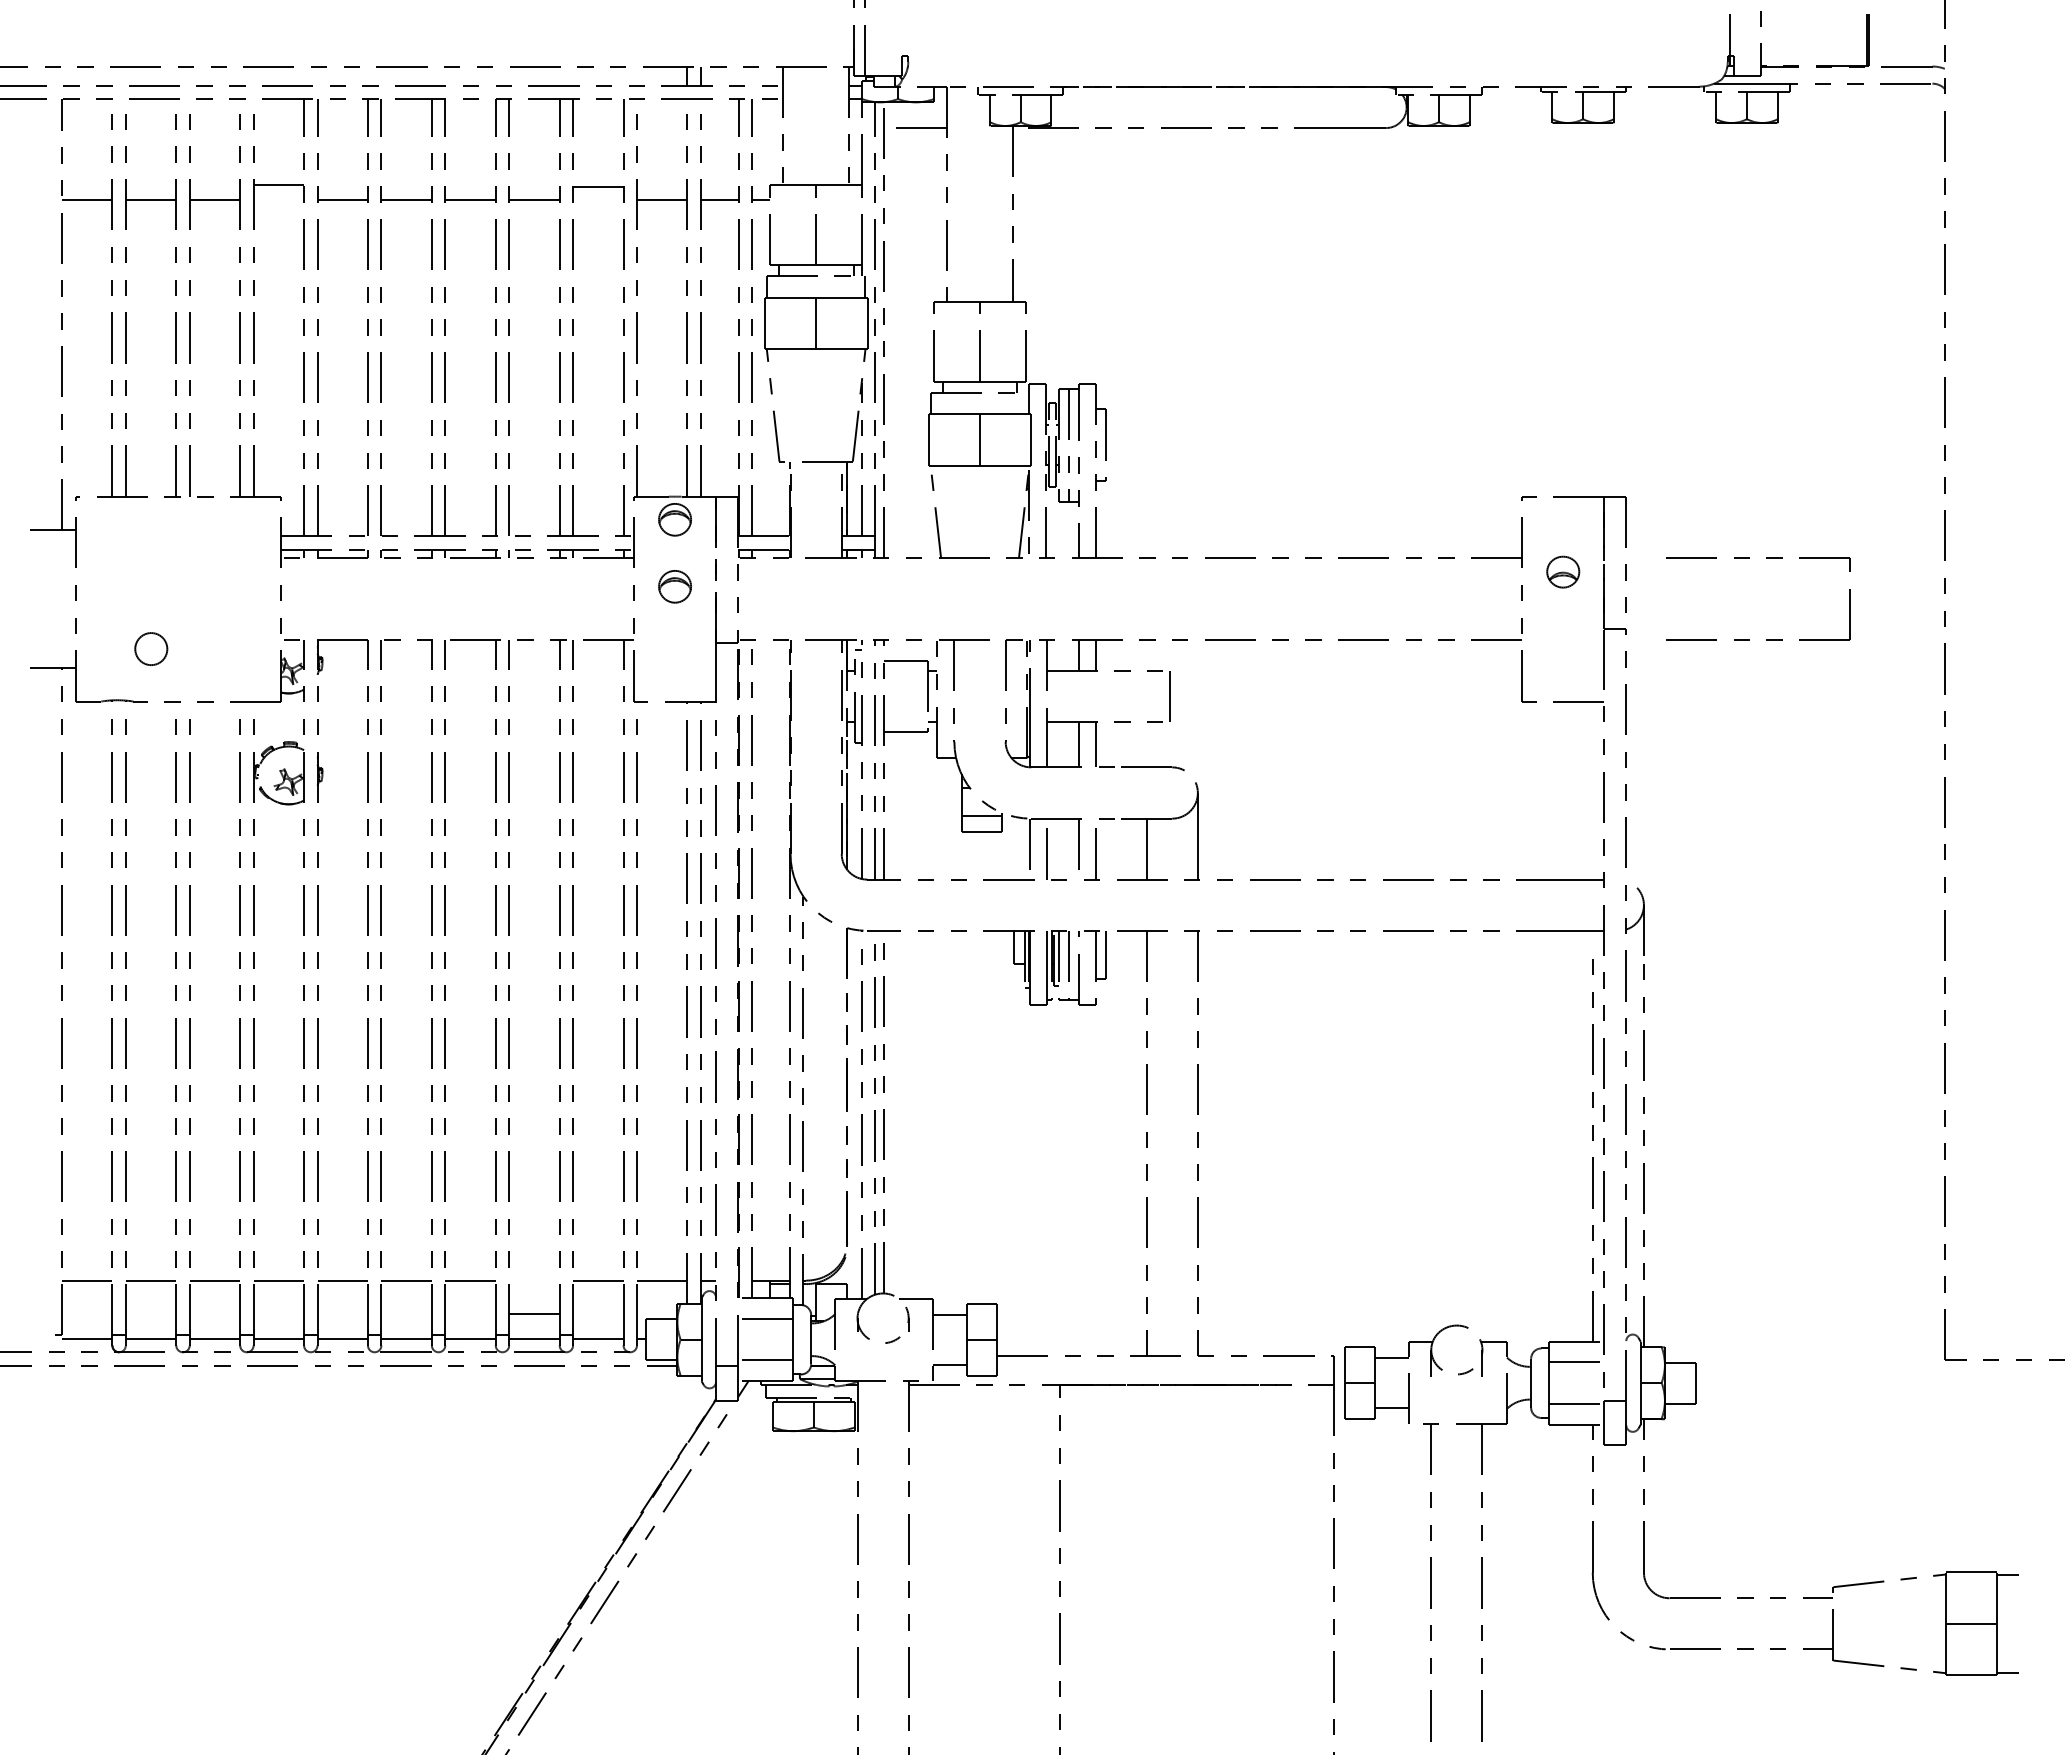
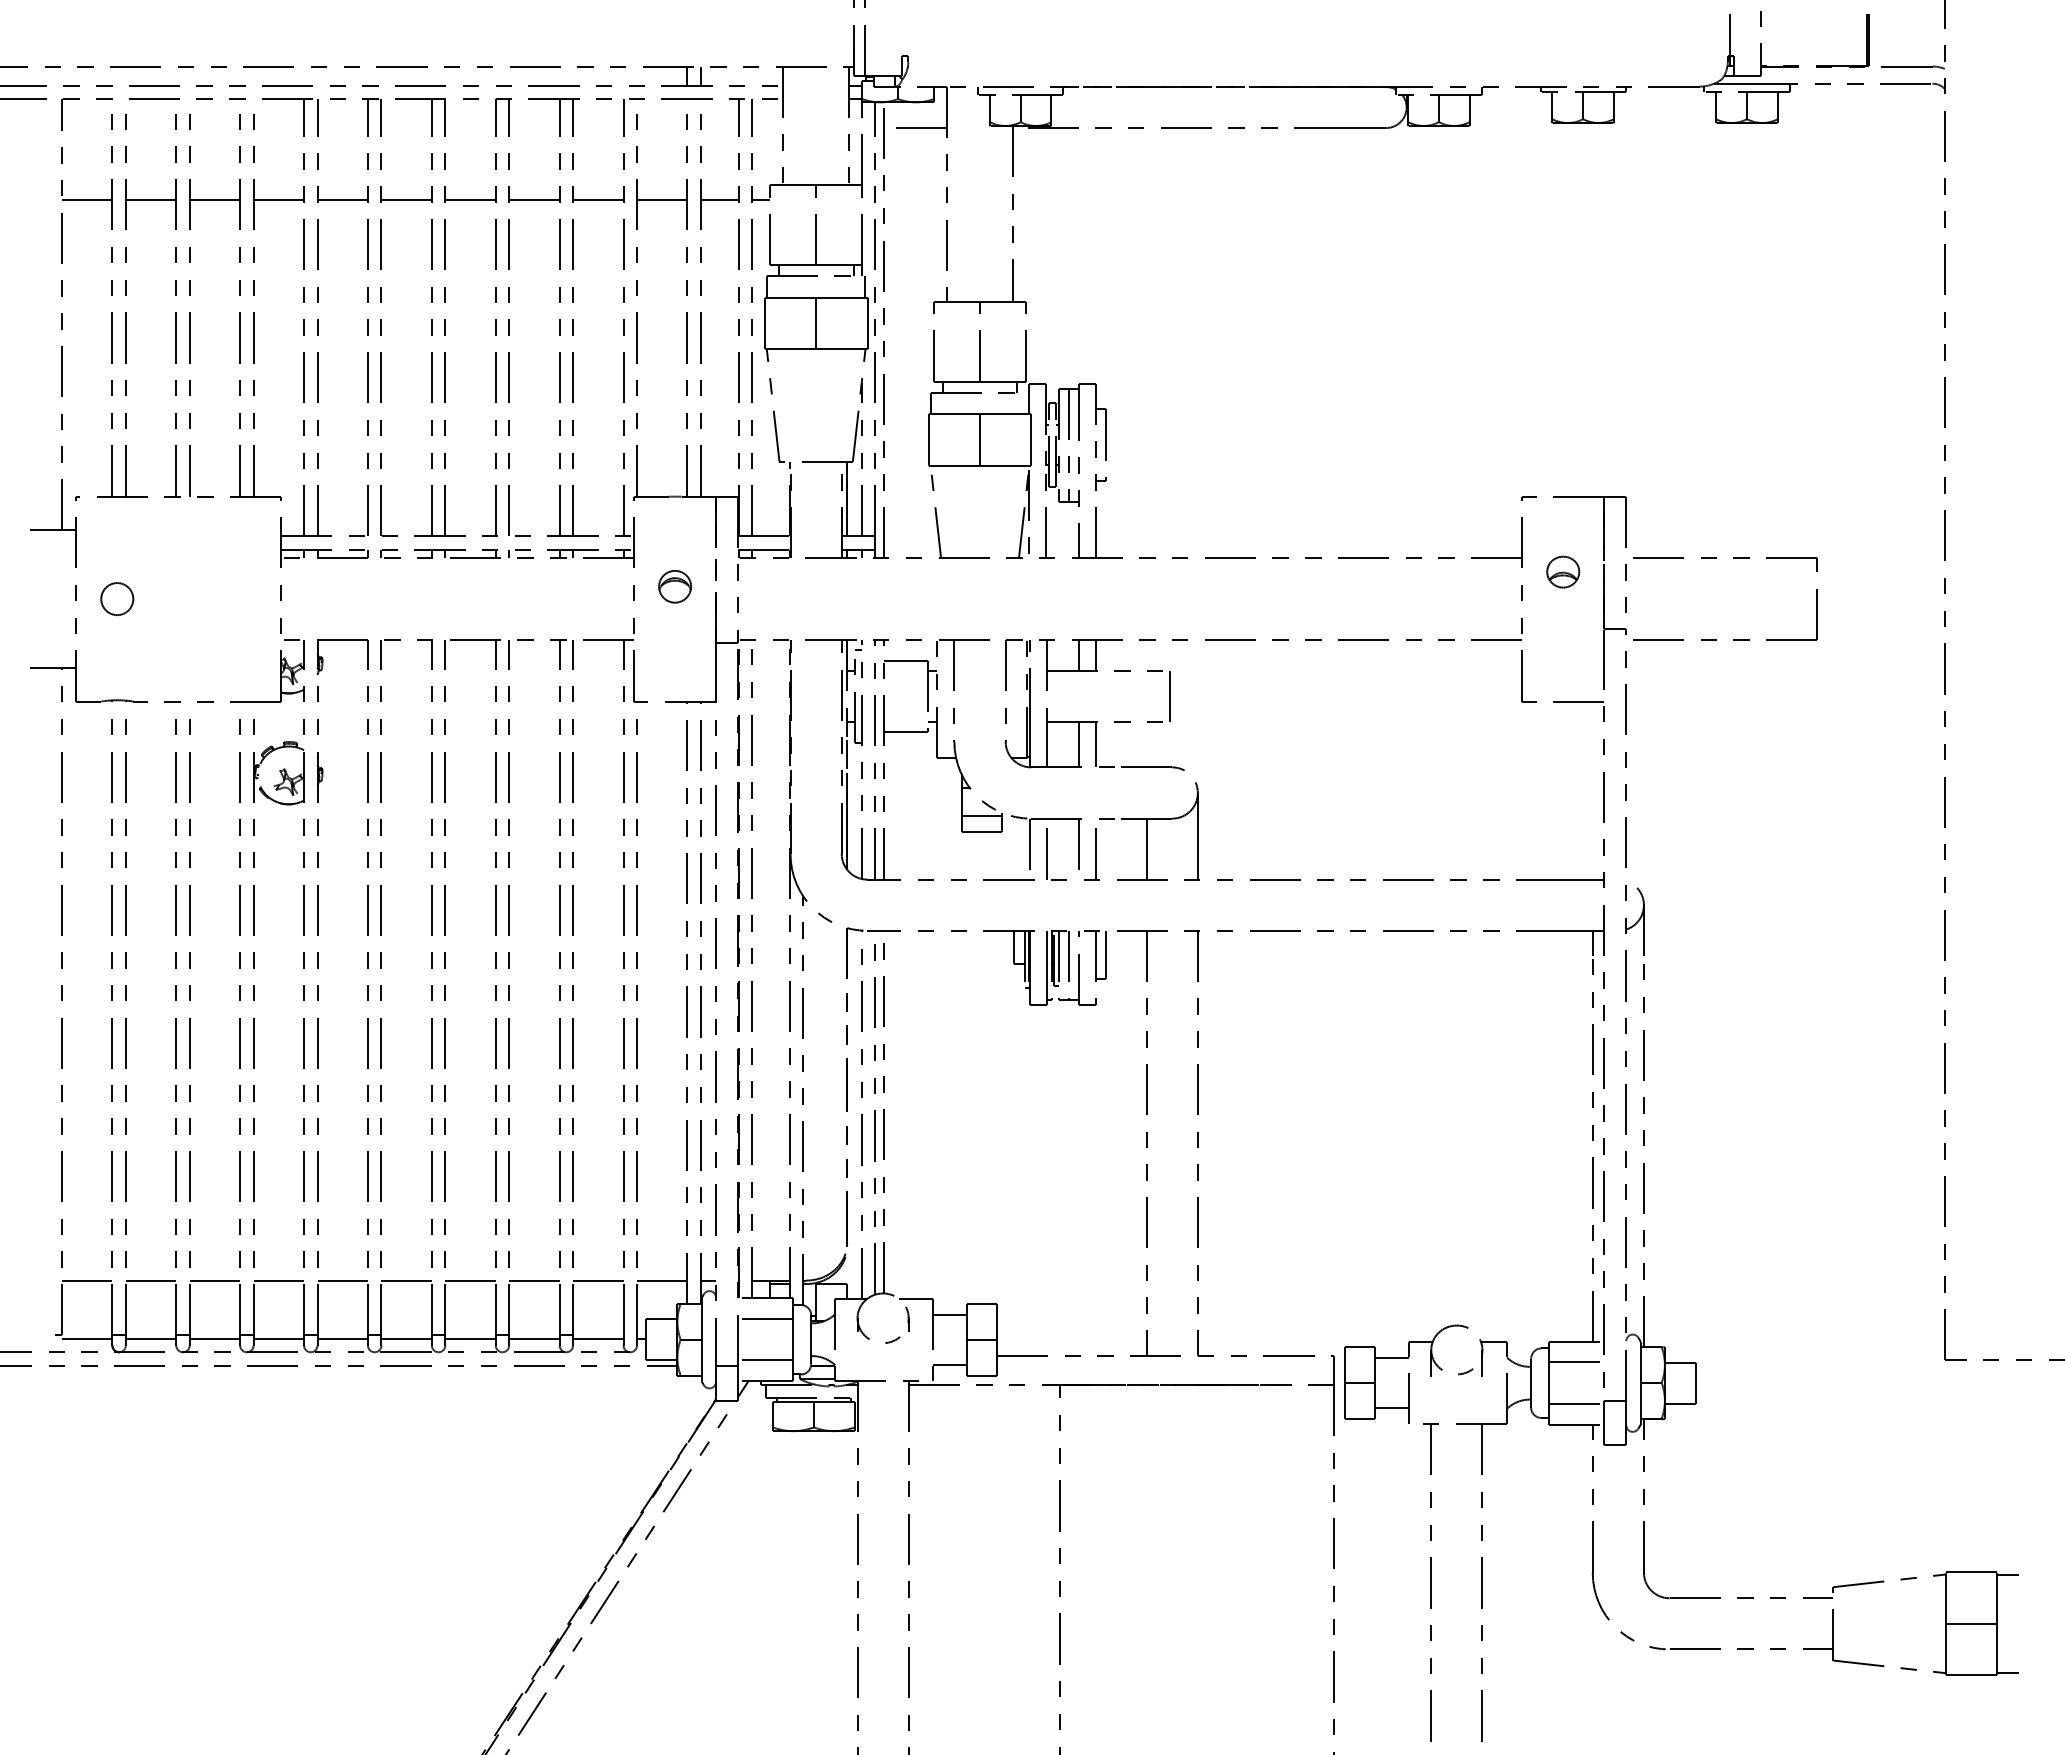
line at (278, 184) position: (278, 184) -> (278, 199)
line at (598, 186) position: (598, 186) -> (598, 199)
part at (674, 519): present -> none
part at (1766, 558) position: (1766, 558) -> (1733, 558)
part at (151, 648) position: (151, 648) -> (117, 598)
line at (1592, 943): none -> present
line at (534, 1313) position: (534, 1313) -> (534, 1280)
